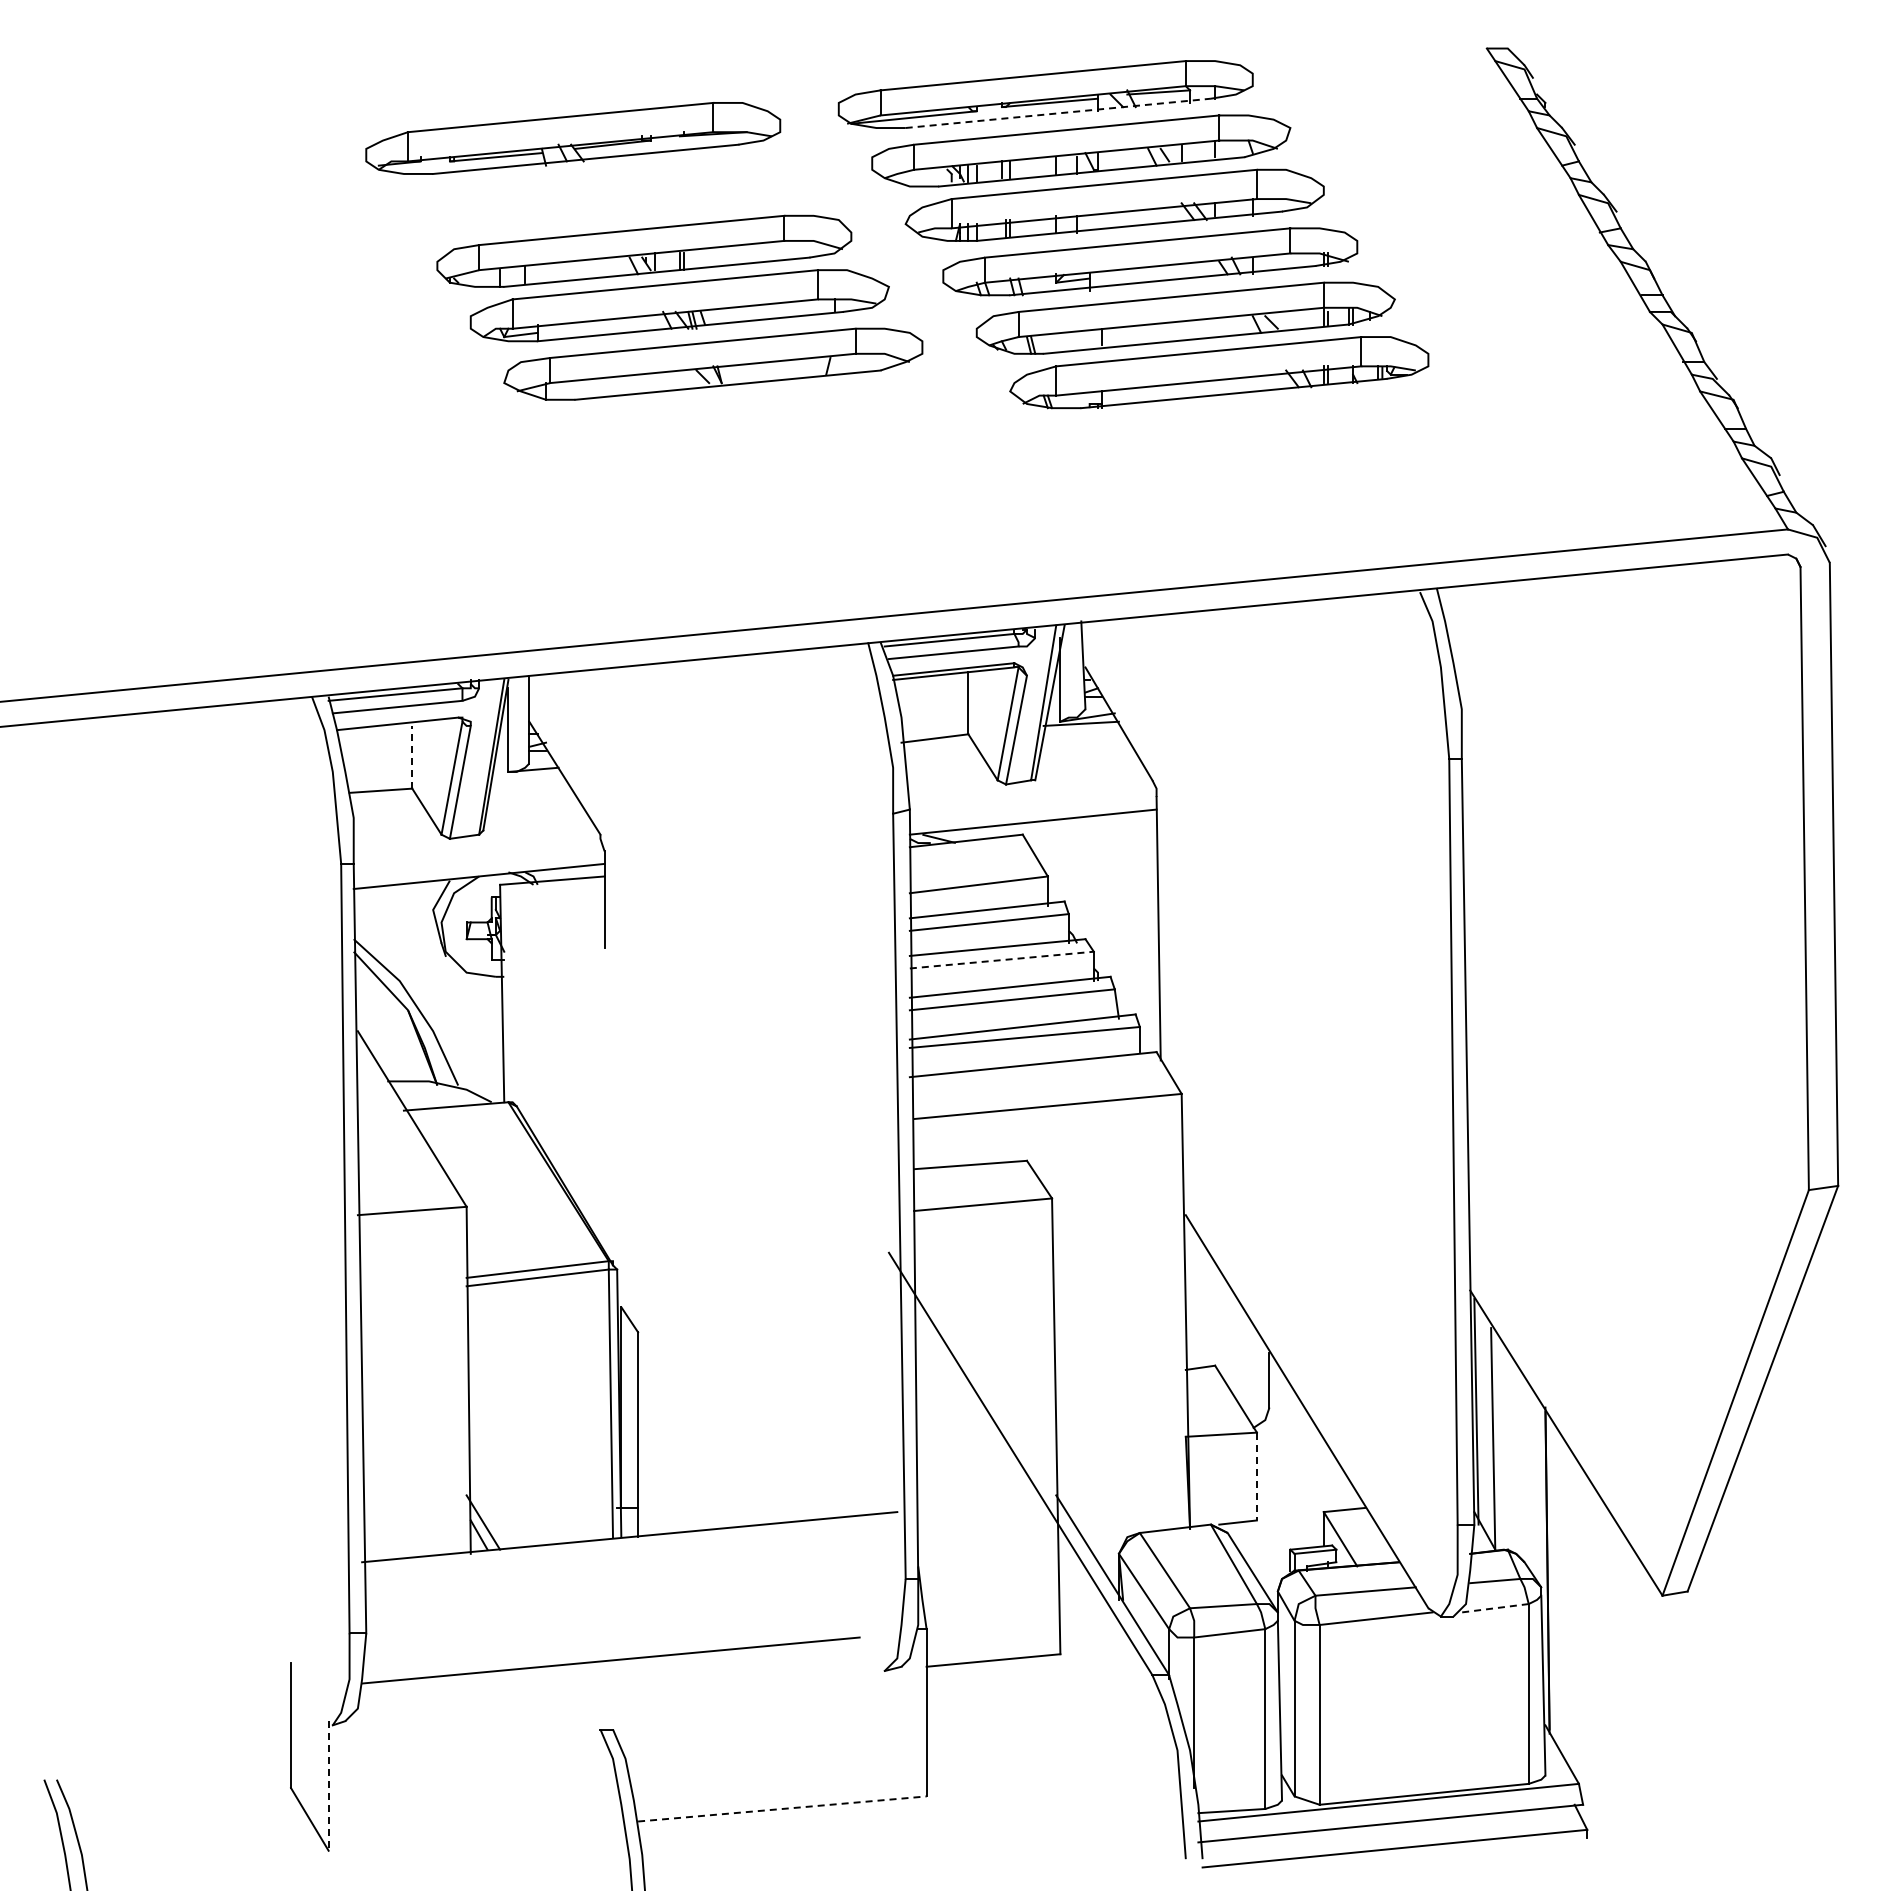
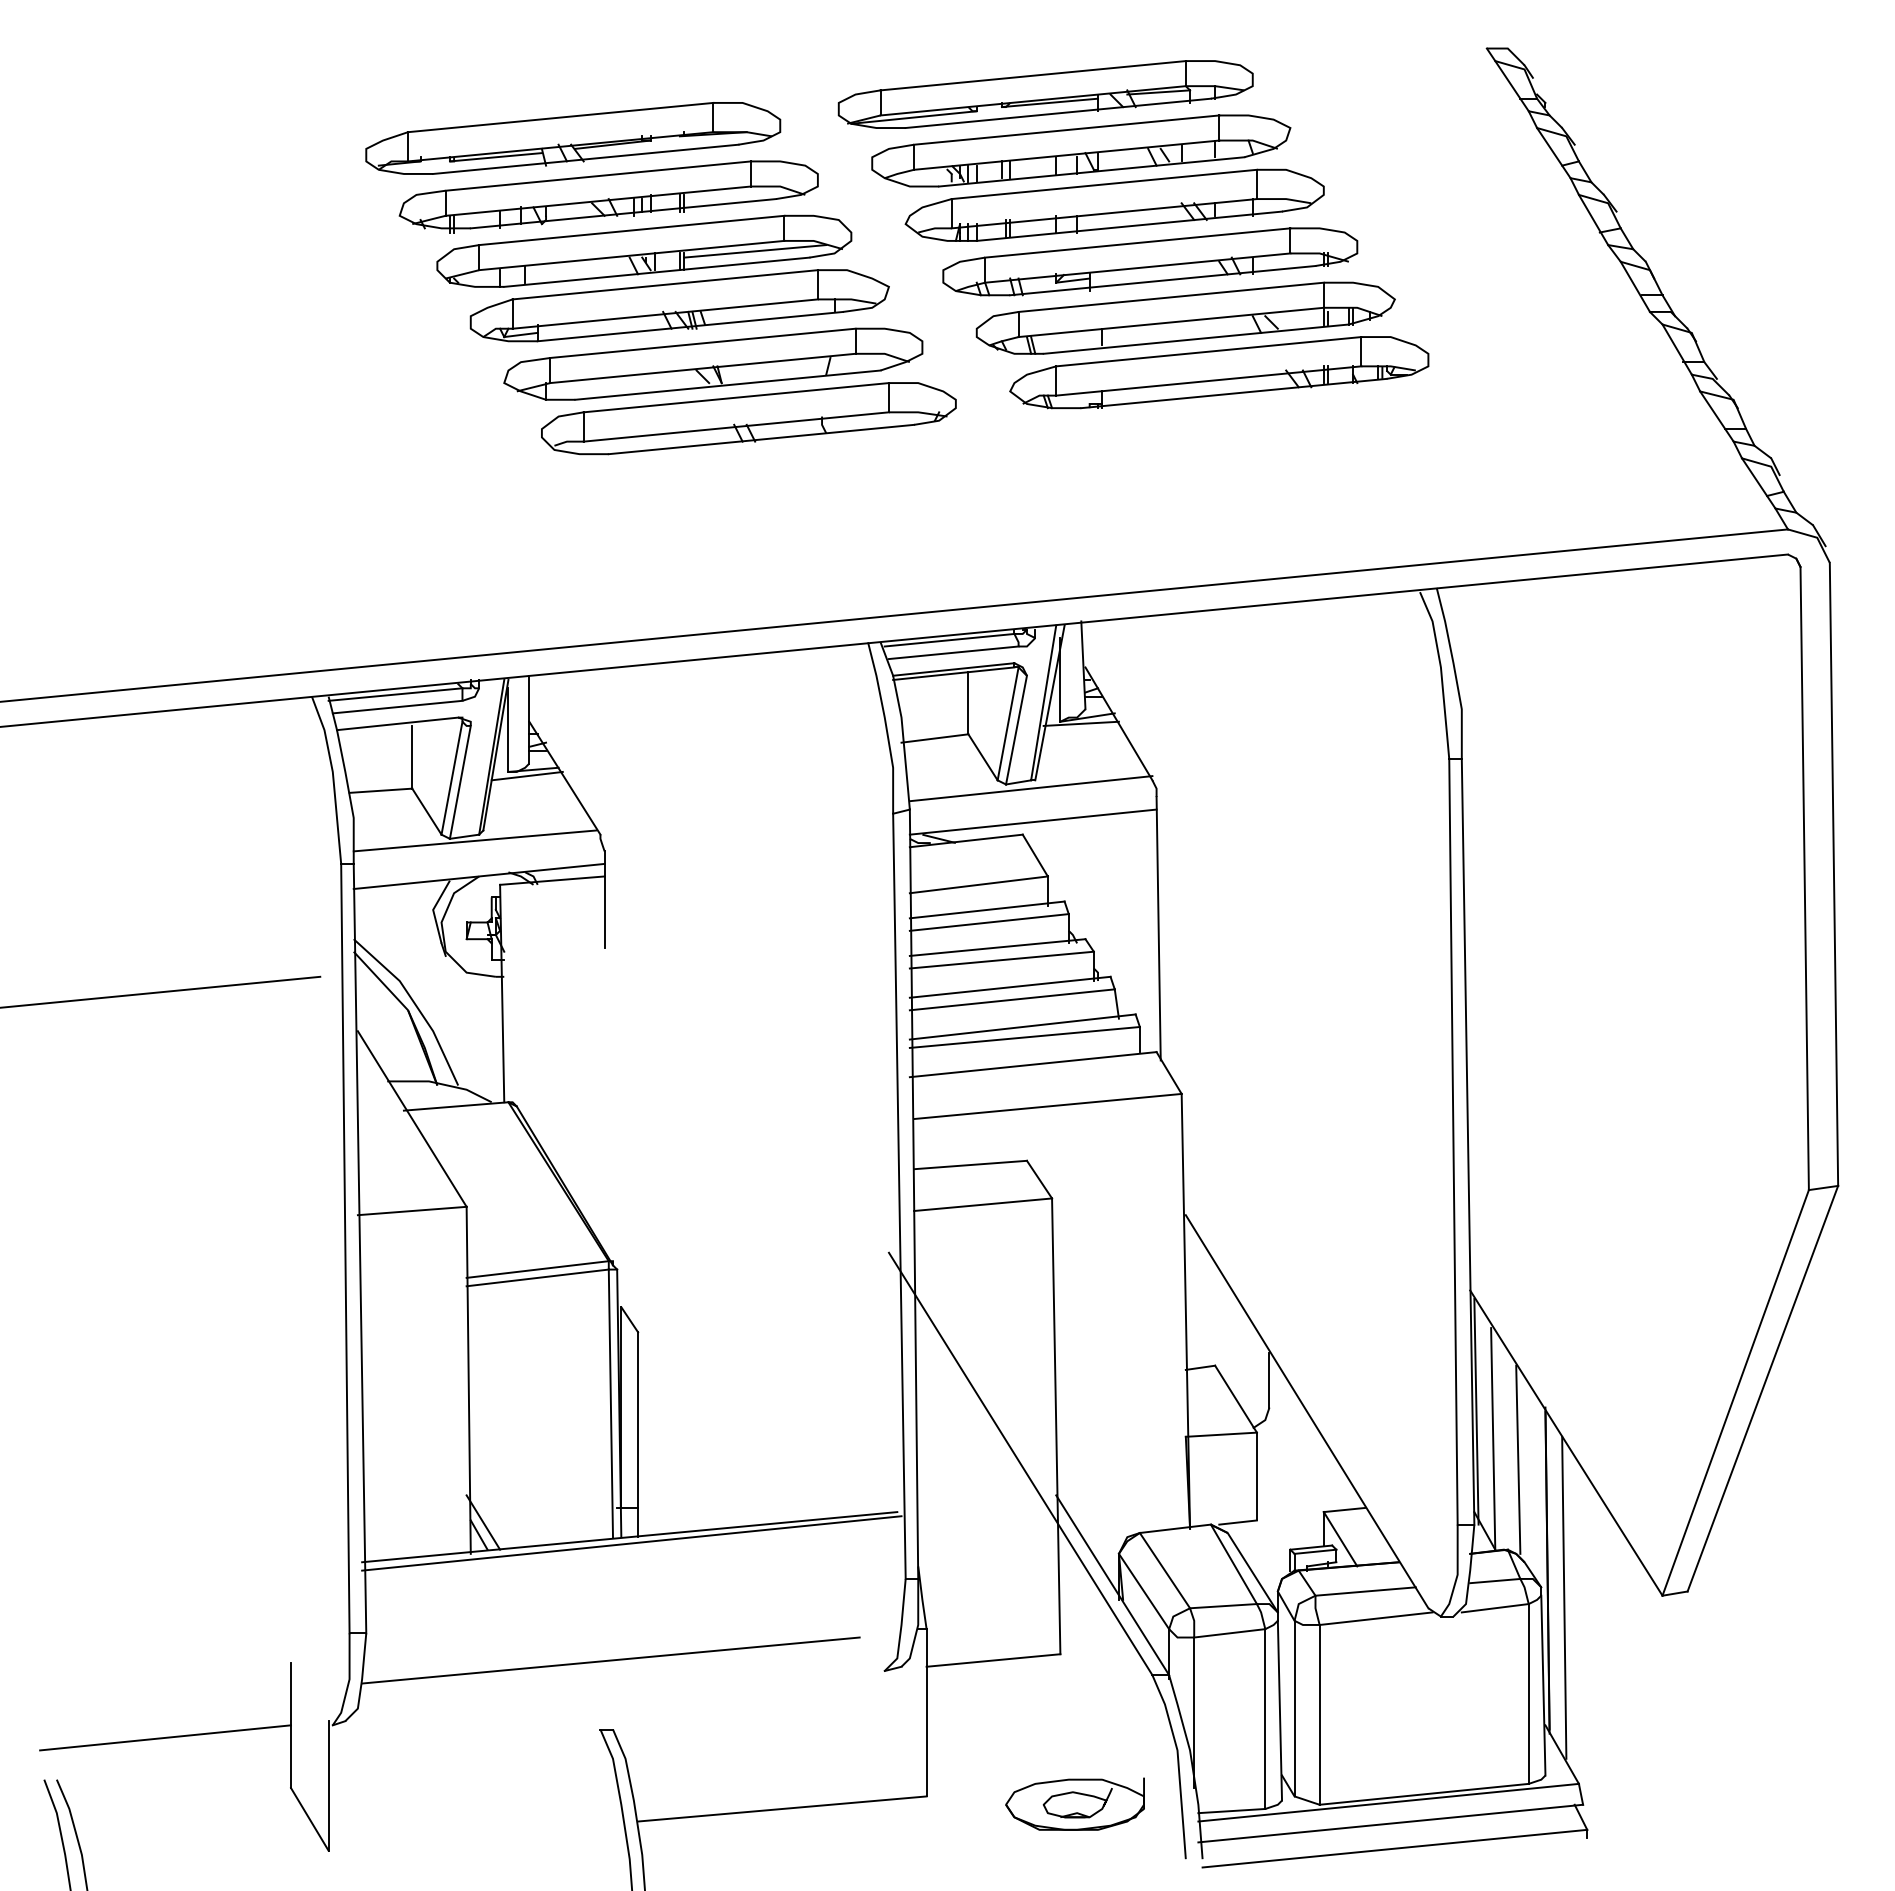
line at (1058, 113): dashed -> solid
part at (608, 196): none -> present
line at (755, 251): none -> present
part at (748, 418): none -> present
line at (412, 756): dashed -> solid
line at (526, 775): none -> present
line at (1030, 788): none -> present
line at (474, 840): none -> present
line at (1002, 960): dashed -> solid
line at (161, 991): none -> present
line at (1518, 1459): none -> present
line at (1256, 1476): dashed -> solid
line at (631, 1543): none -> present
line at (1564, 1597): none -> present
line at (1495, 1608): dashed -> solid
line at (165, 1737): none -> present
line at (328, 1785): dashed -> solid
part at (1074, 1803): none -> present
line at (782, 1808): dashed -> solid
